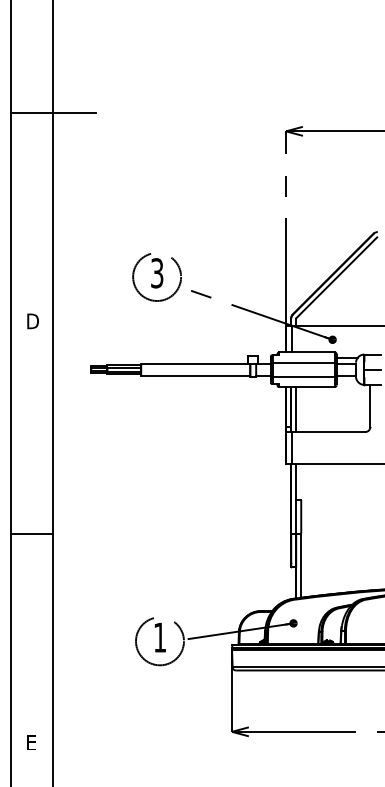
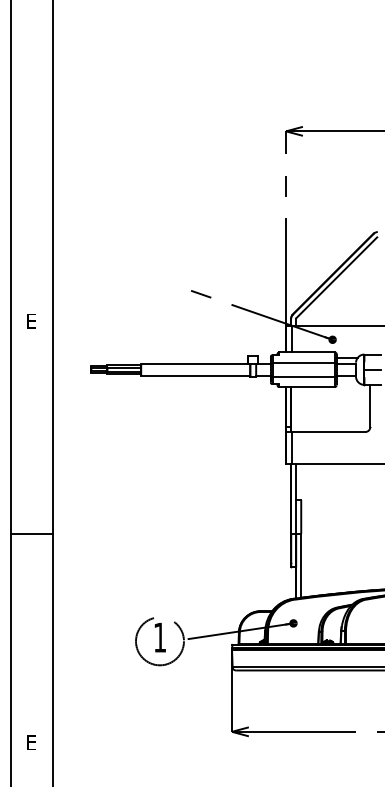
line at (53, 112): present -> none
part at (156, 277): present -> none
text at (32, 321): D -> E
line at (296, 409): present -> none
